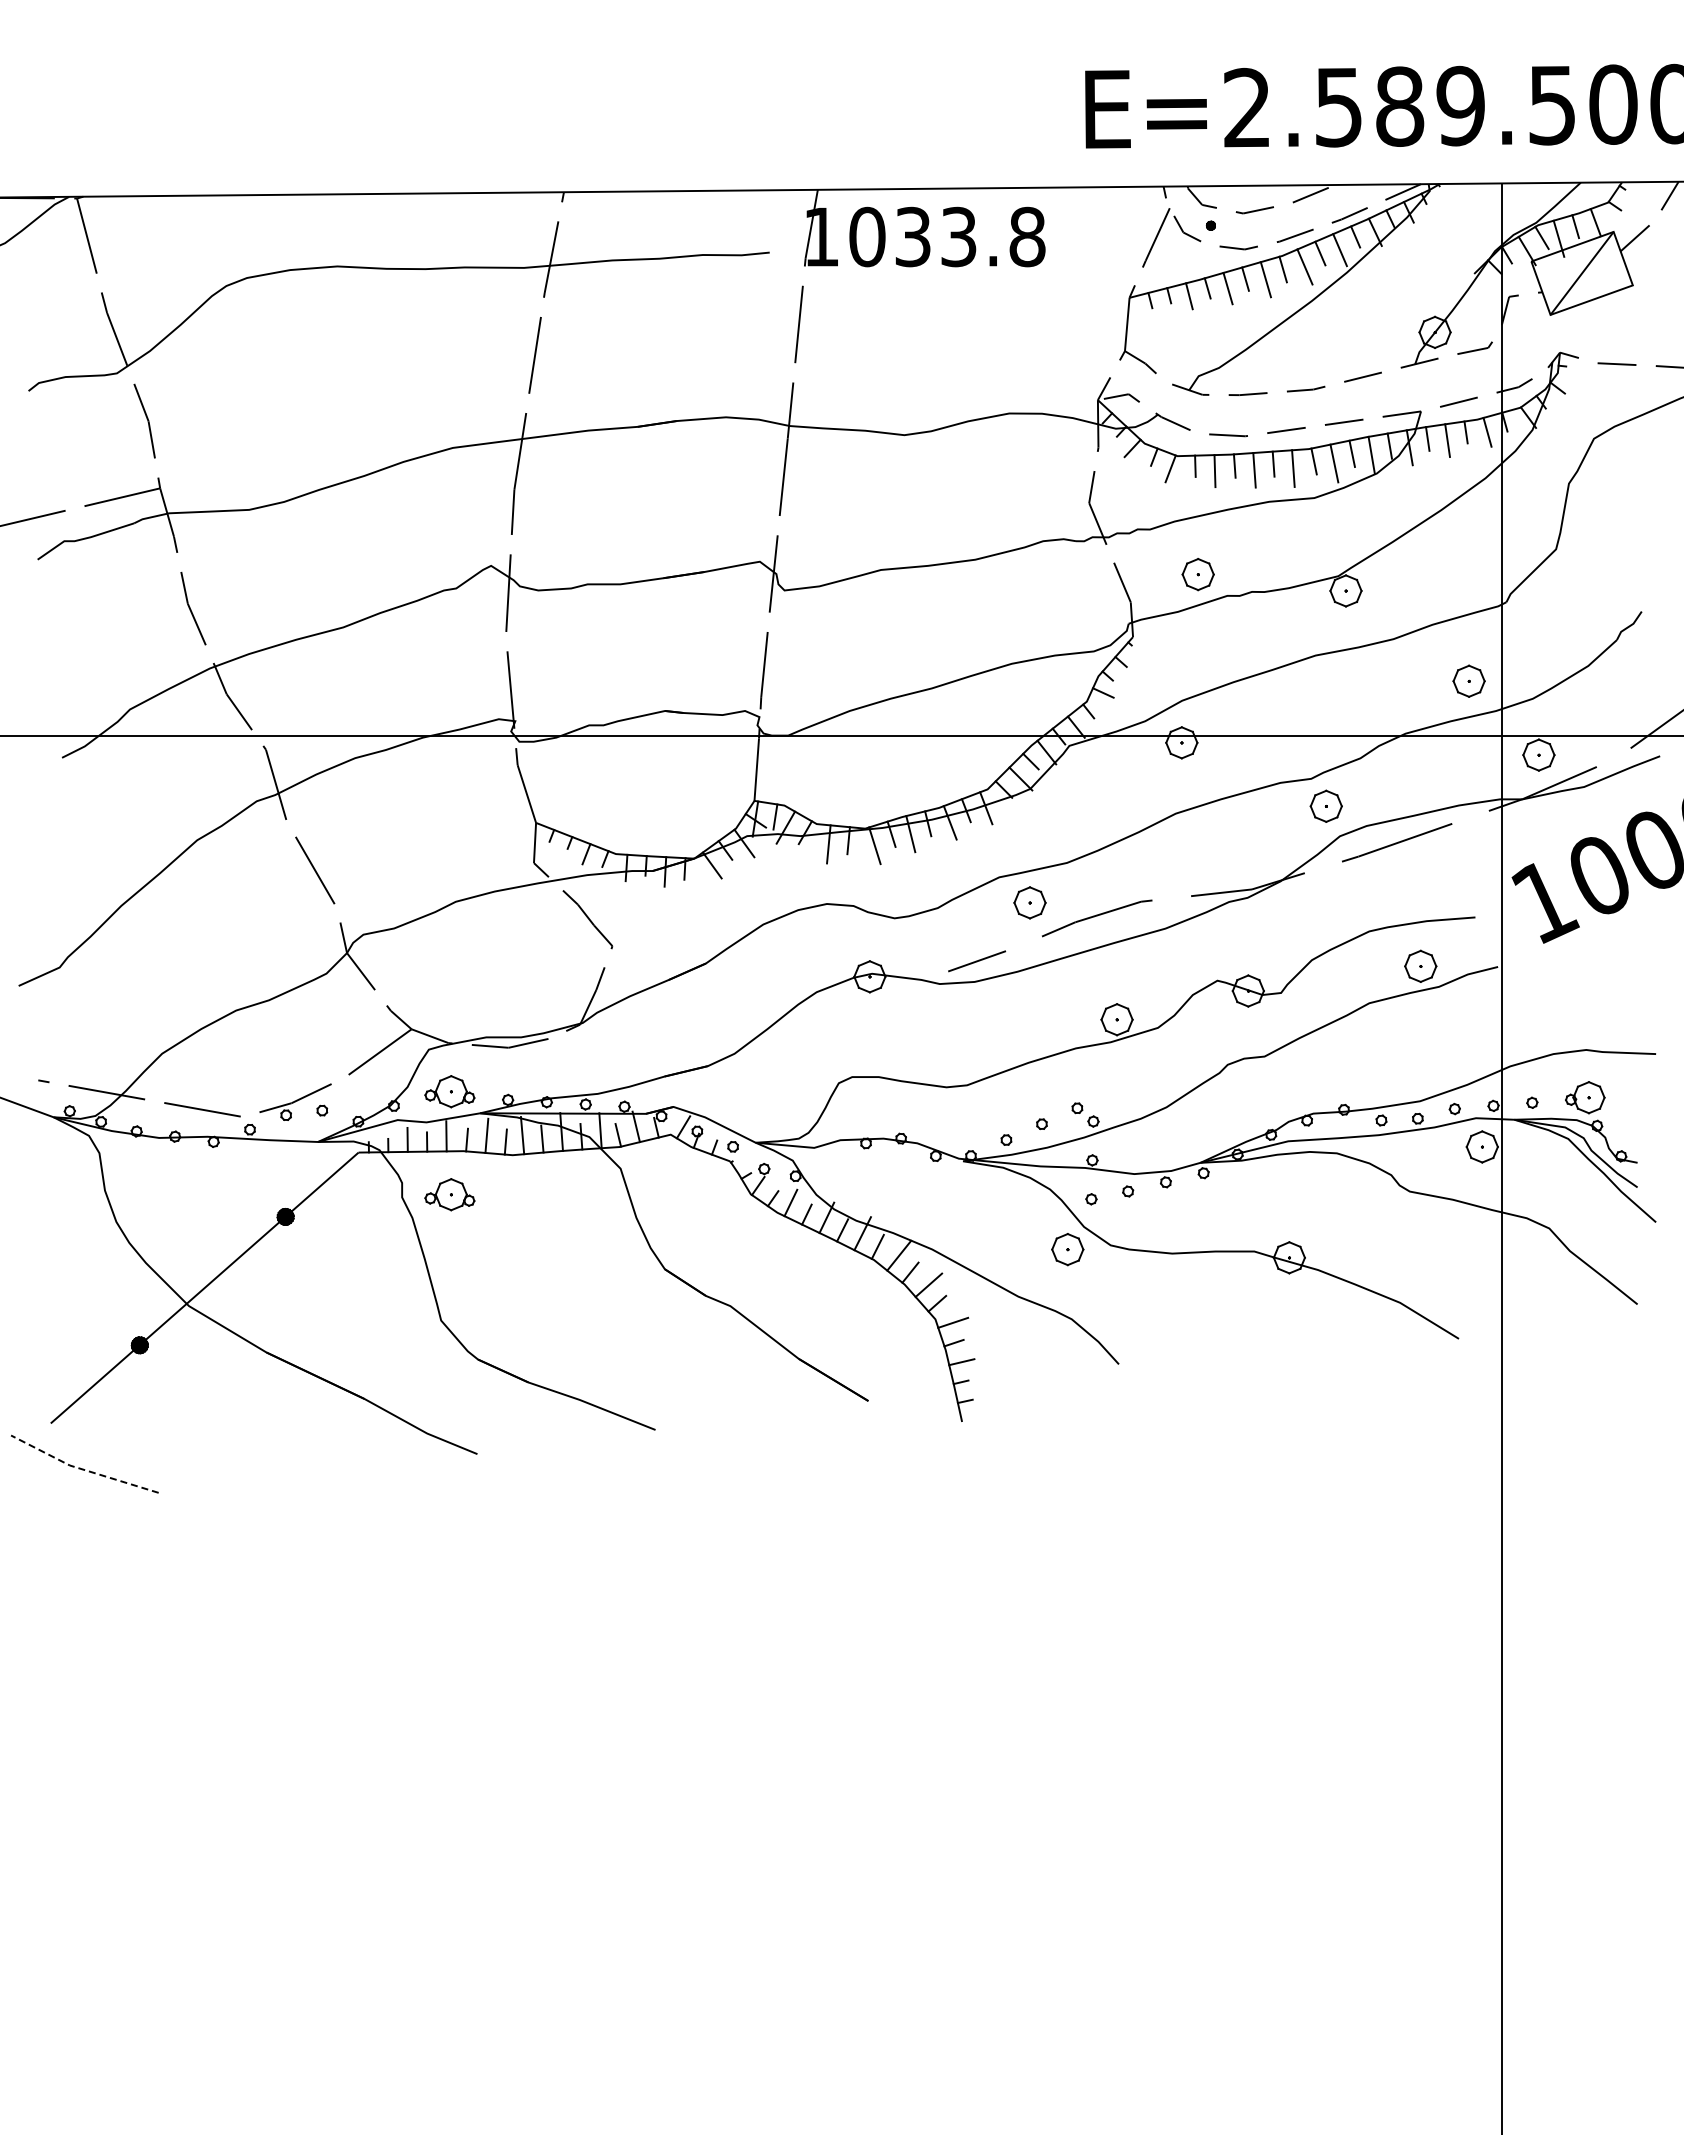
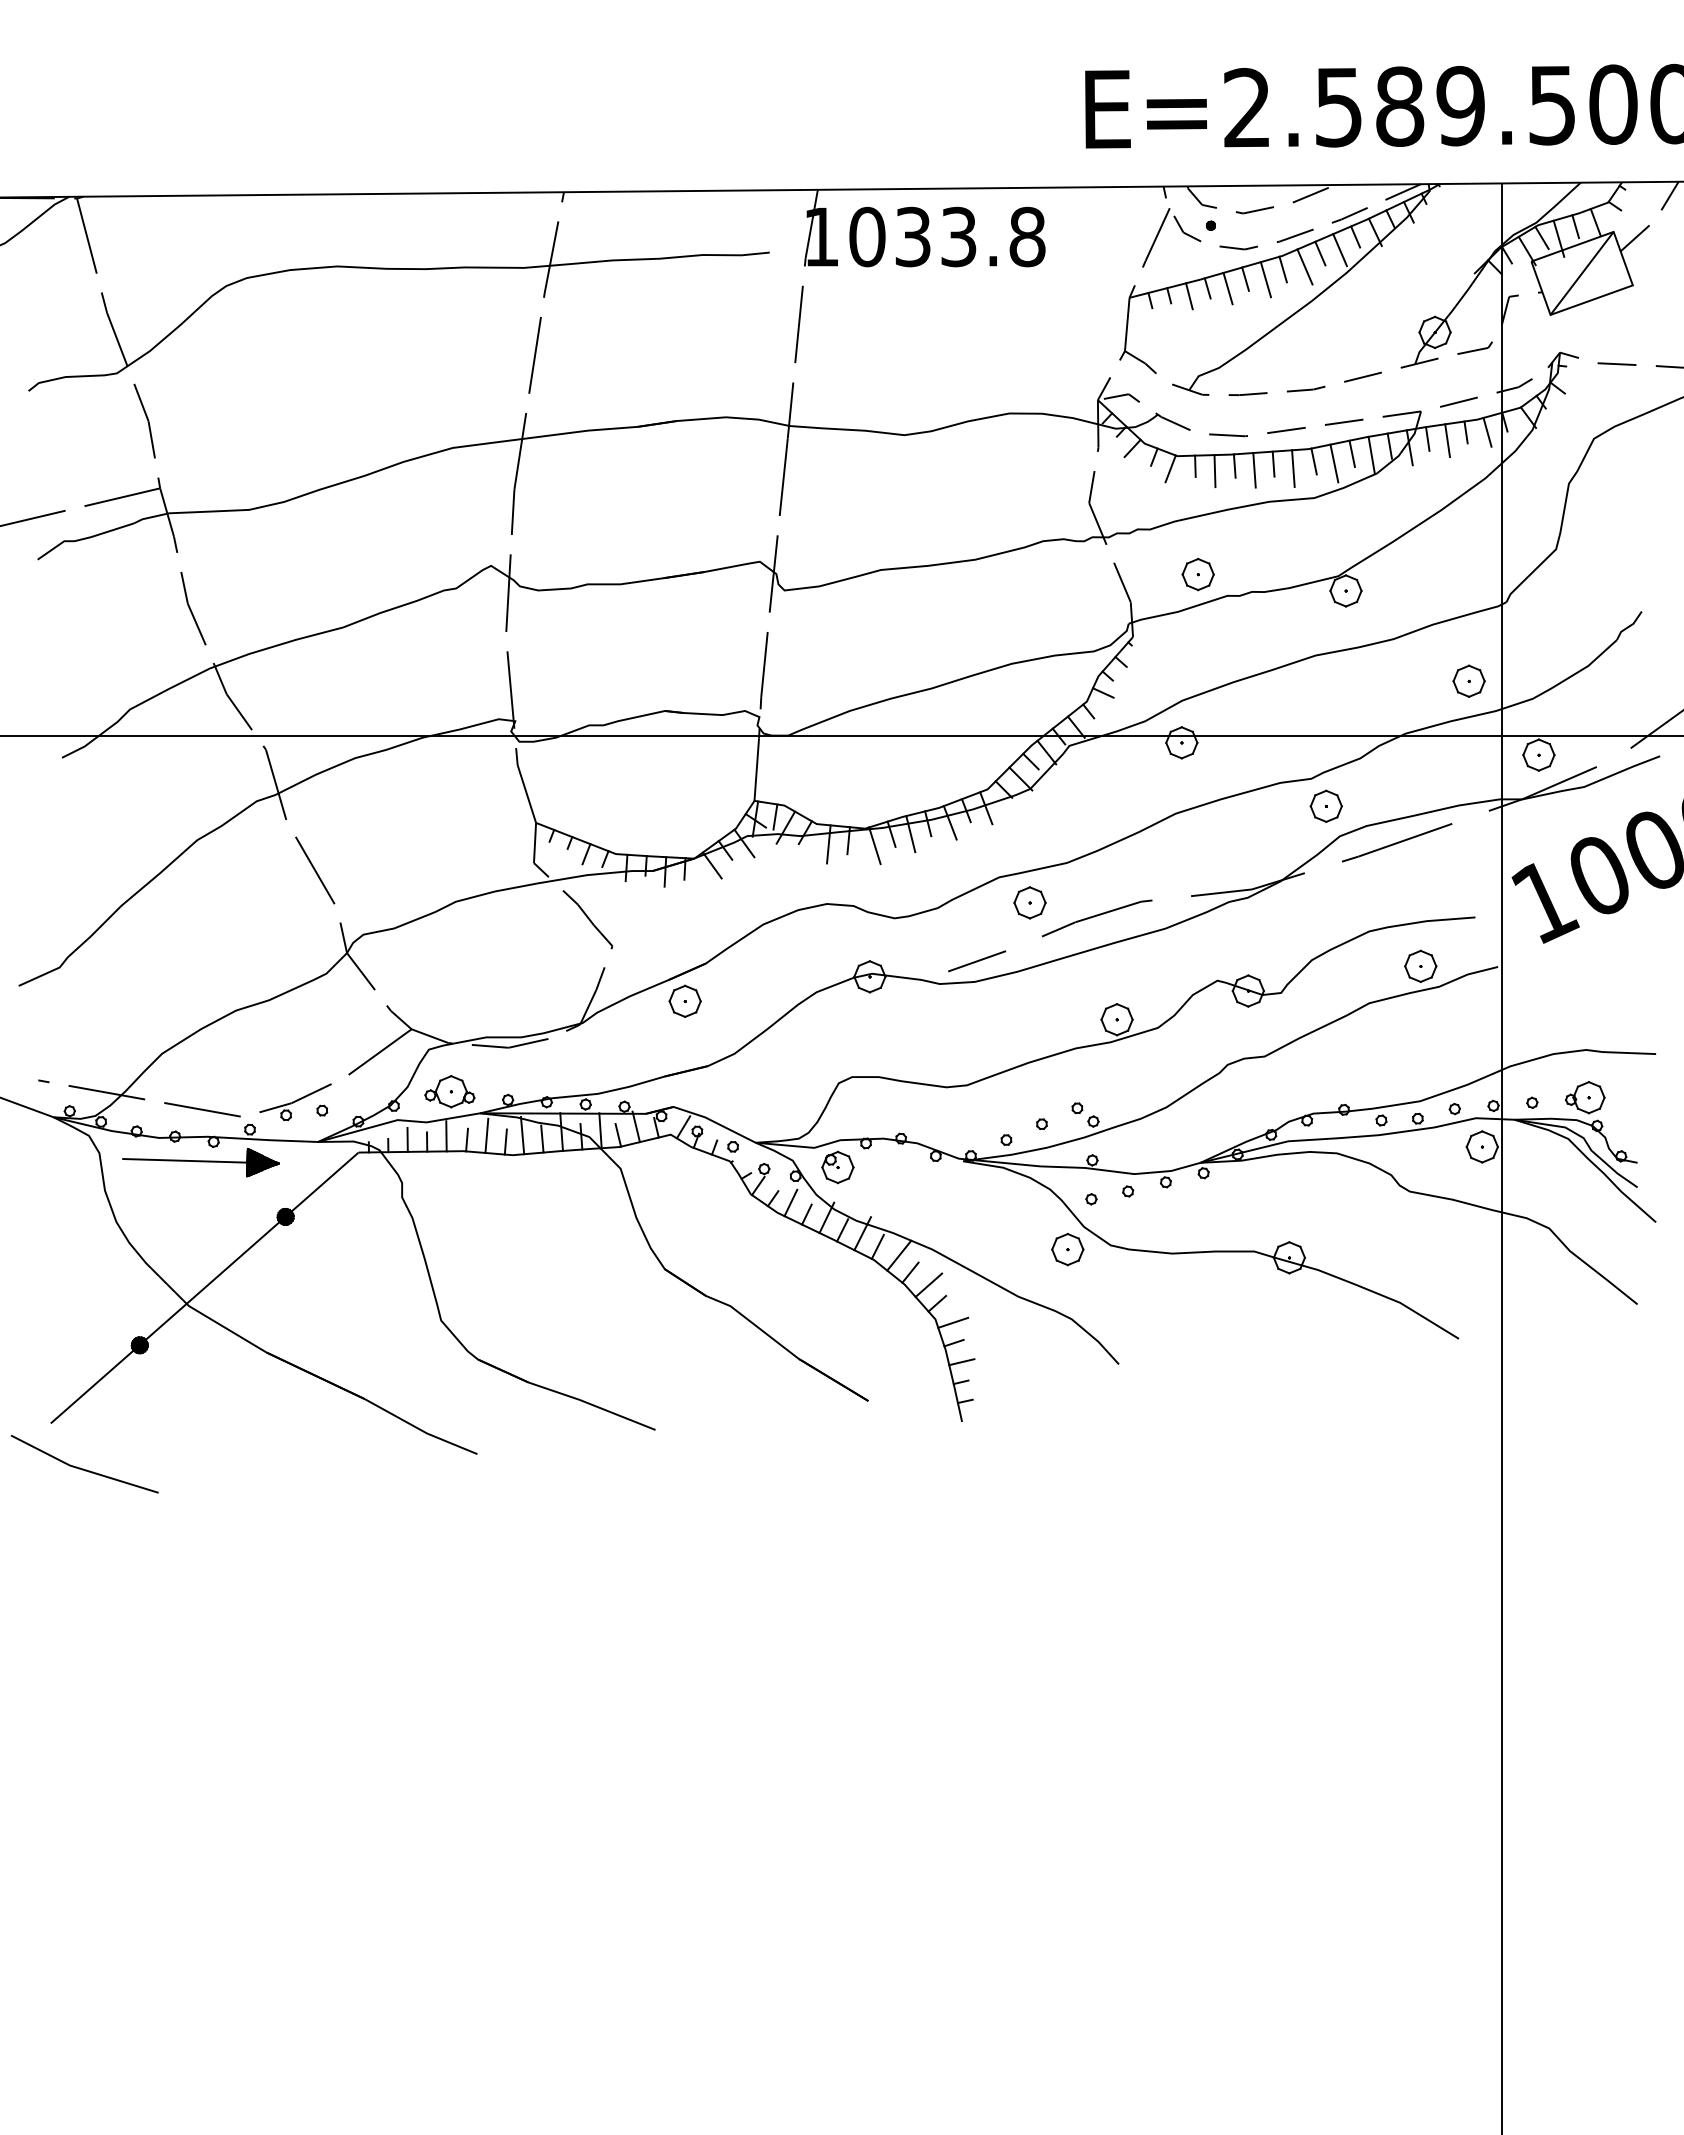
part at (684, 1000): none -> present
part at (200, 1162): none -> present
part at (837, 1167): none -> present
part at (449, 1194): present -> none
line at (81, 1469): dashed -> solid
